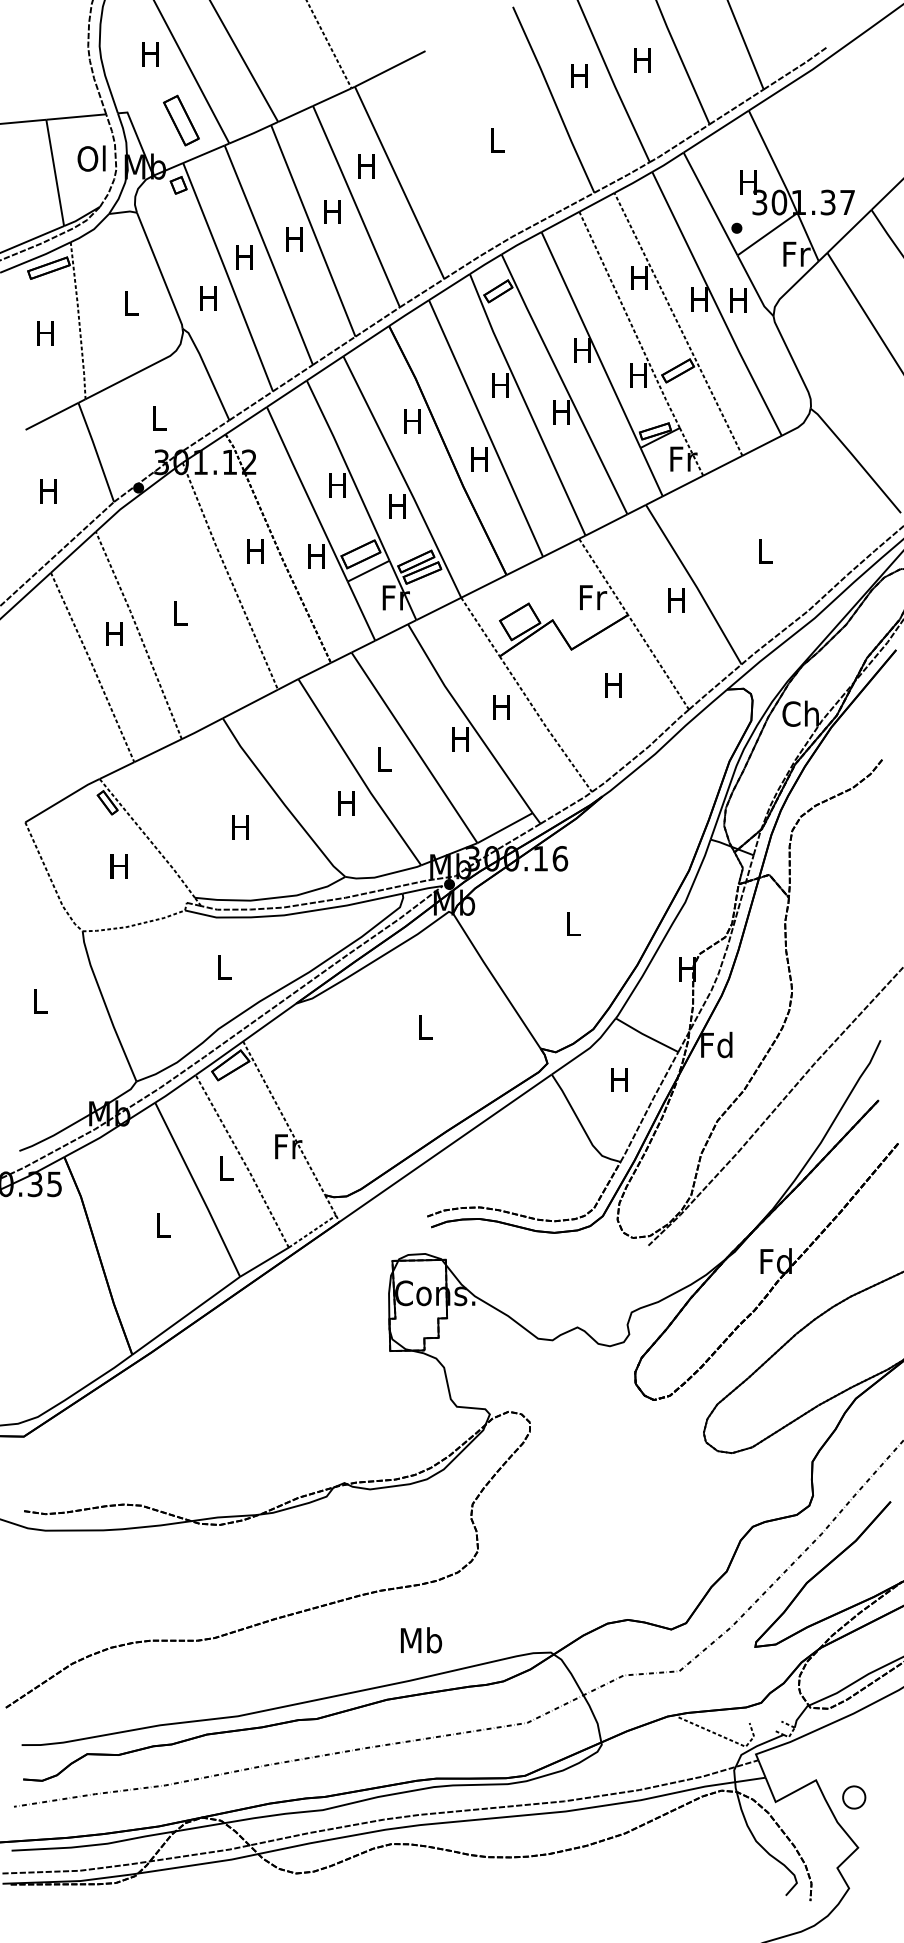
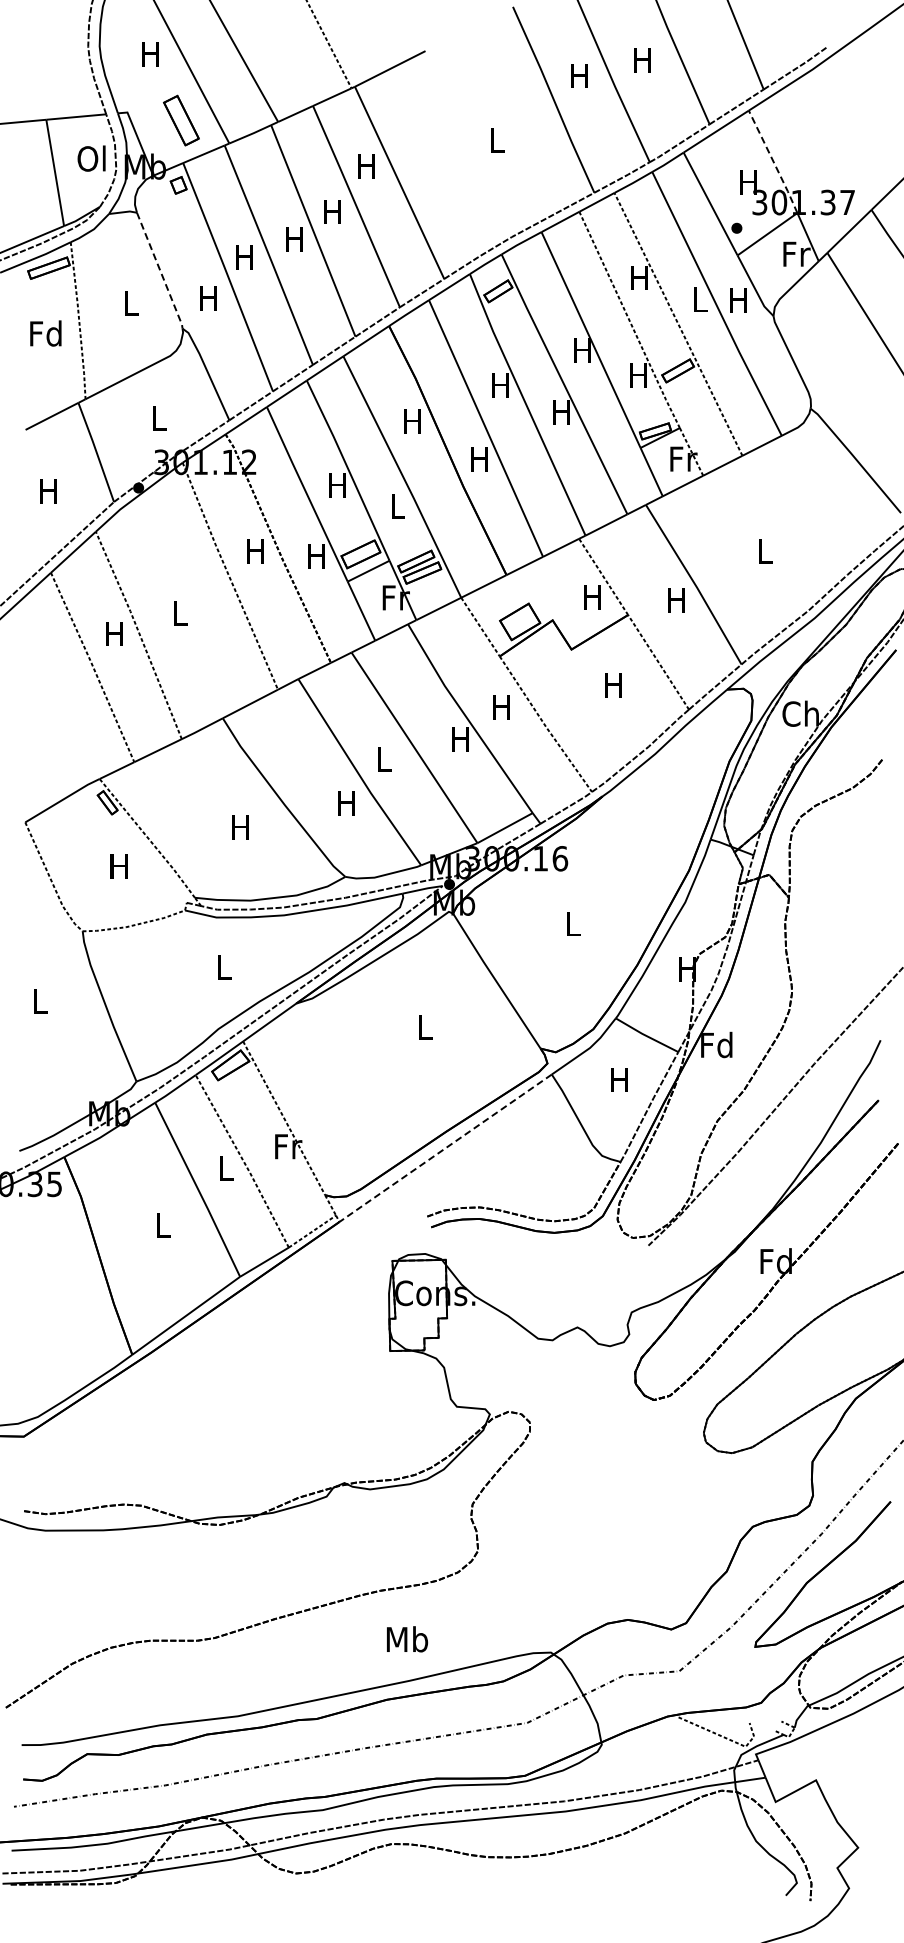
line at (773, 161): solid -> dashed
line at (160, 271): solid -> dashed
text at (699, 299): H -> L
text at (45, 333): H -> Fd
text at (397, 506): H -> L
text at (593, 597): Fr -> H
line at (445, 1148): solid -> dashed
text at (421, 1640) position: (421, 1640) -> (407, 1639)
part at (854, 1797): present -> none
